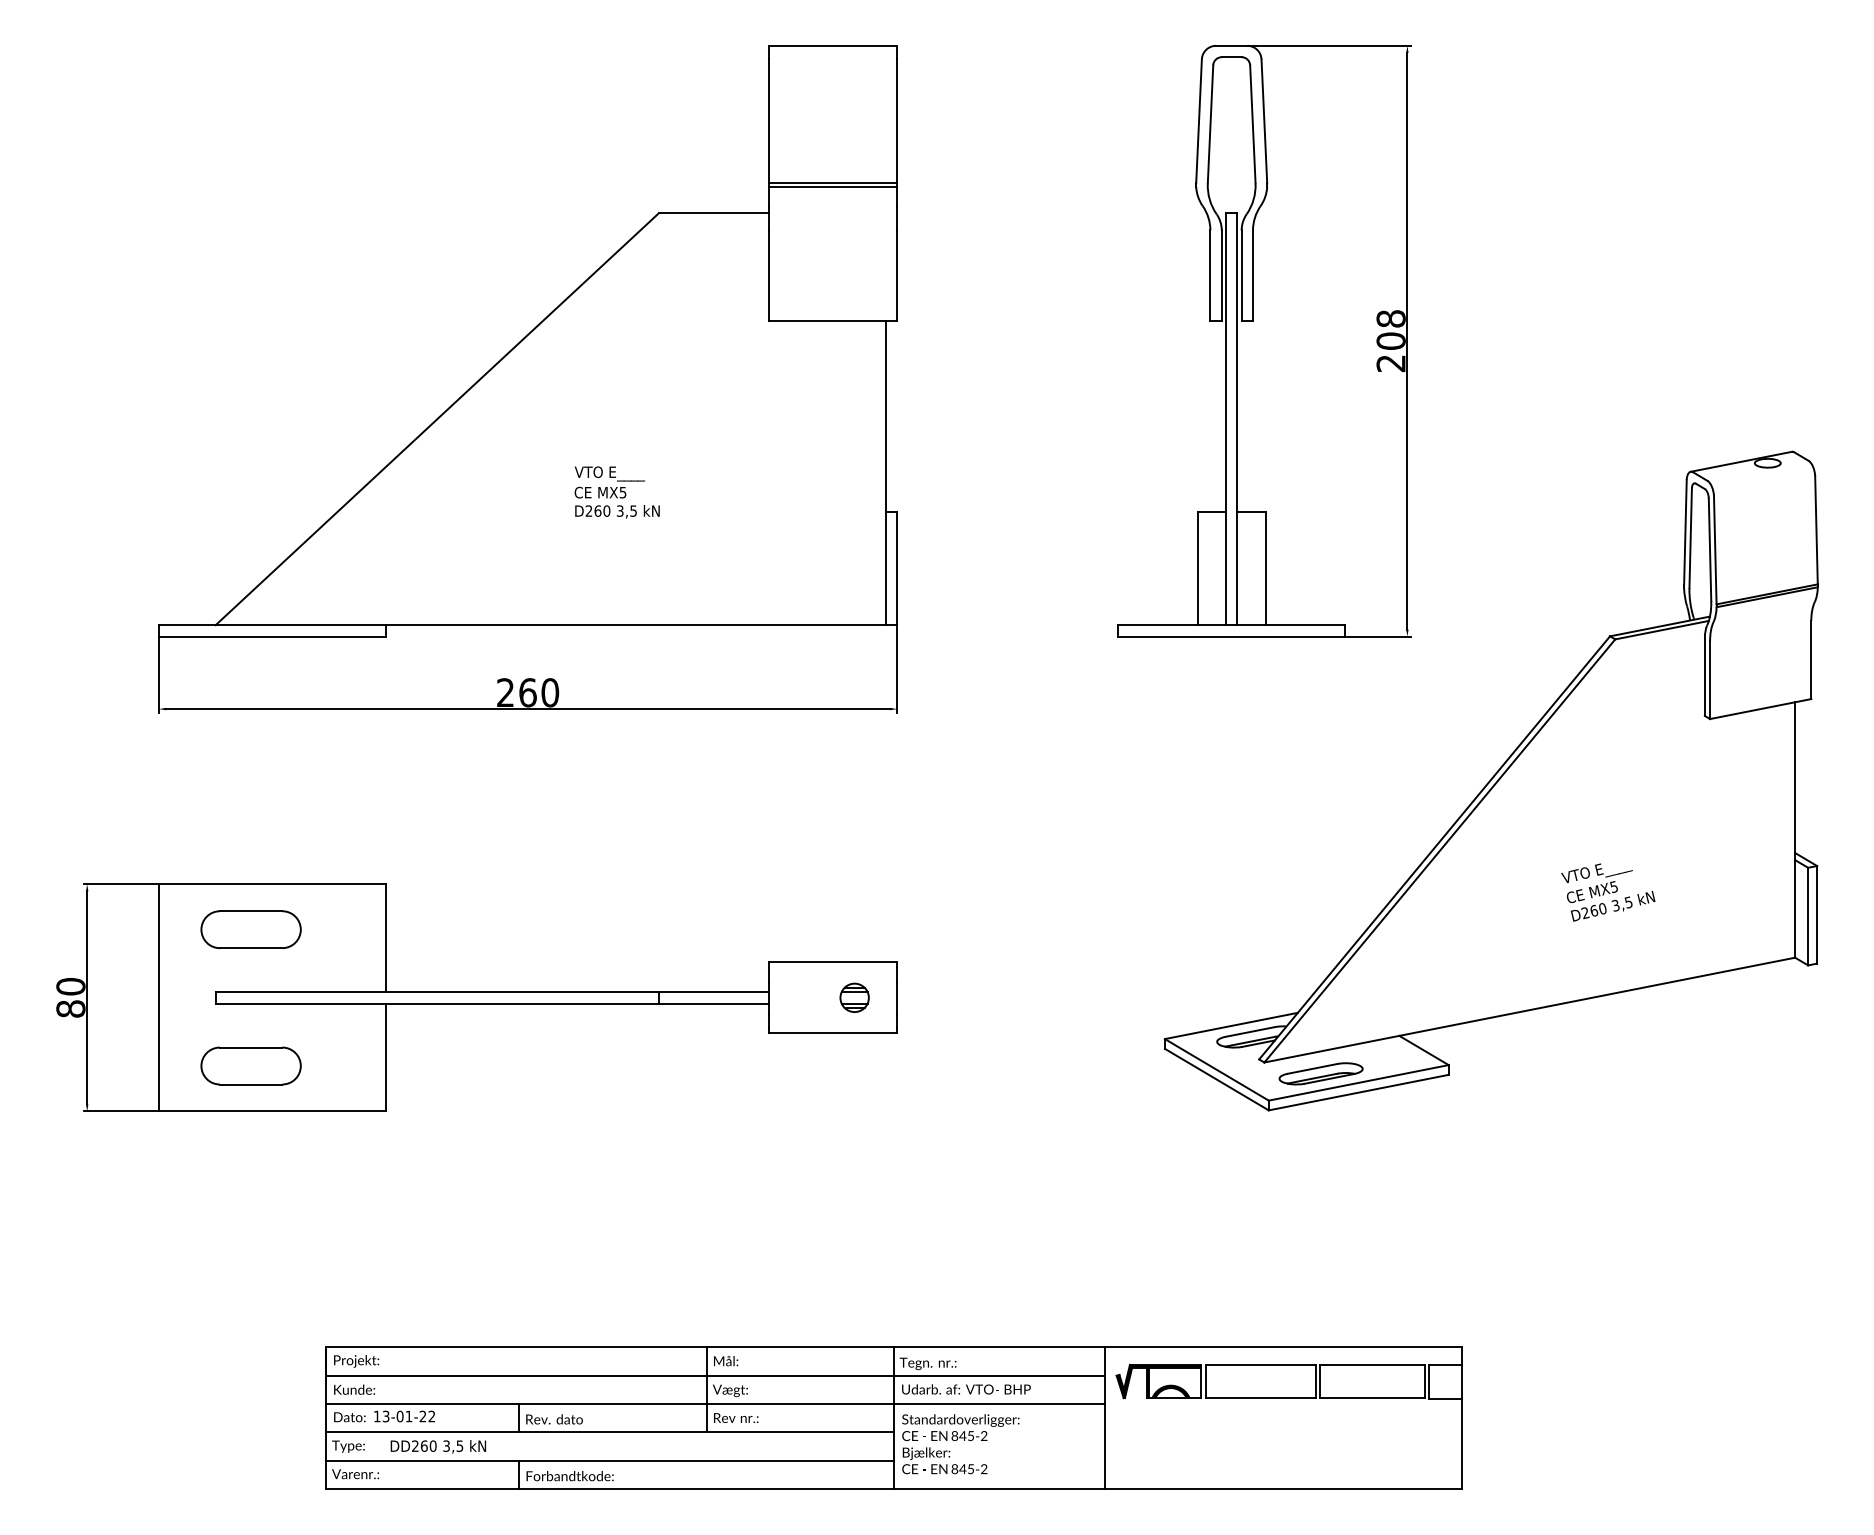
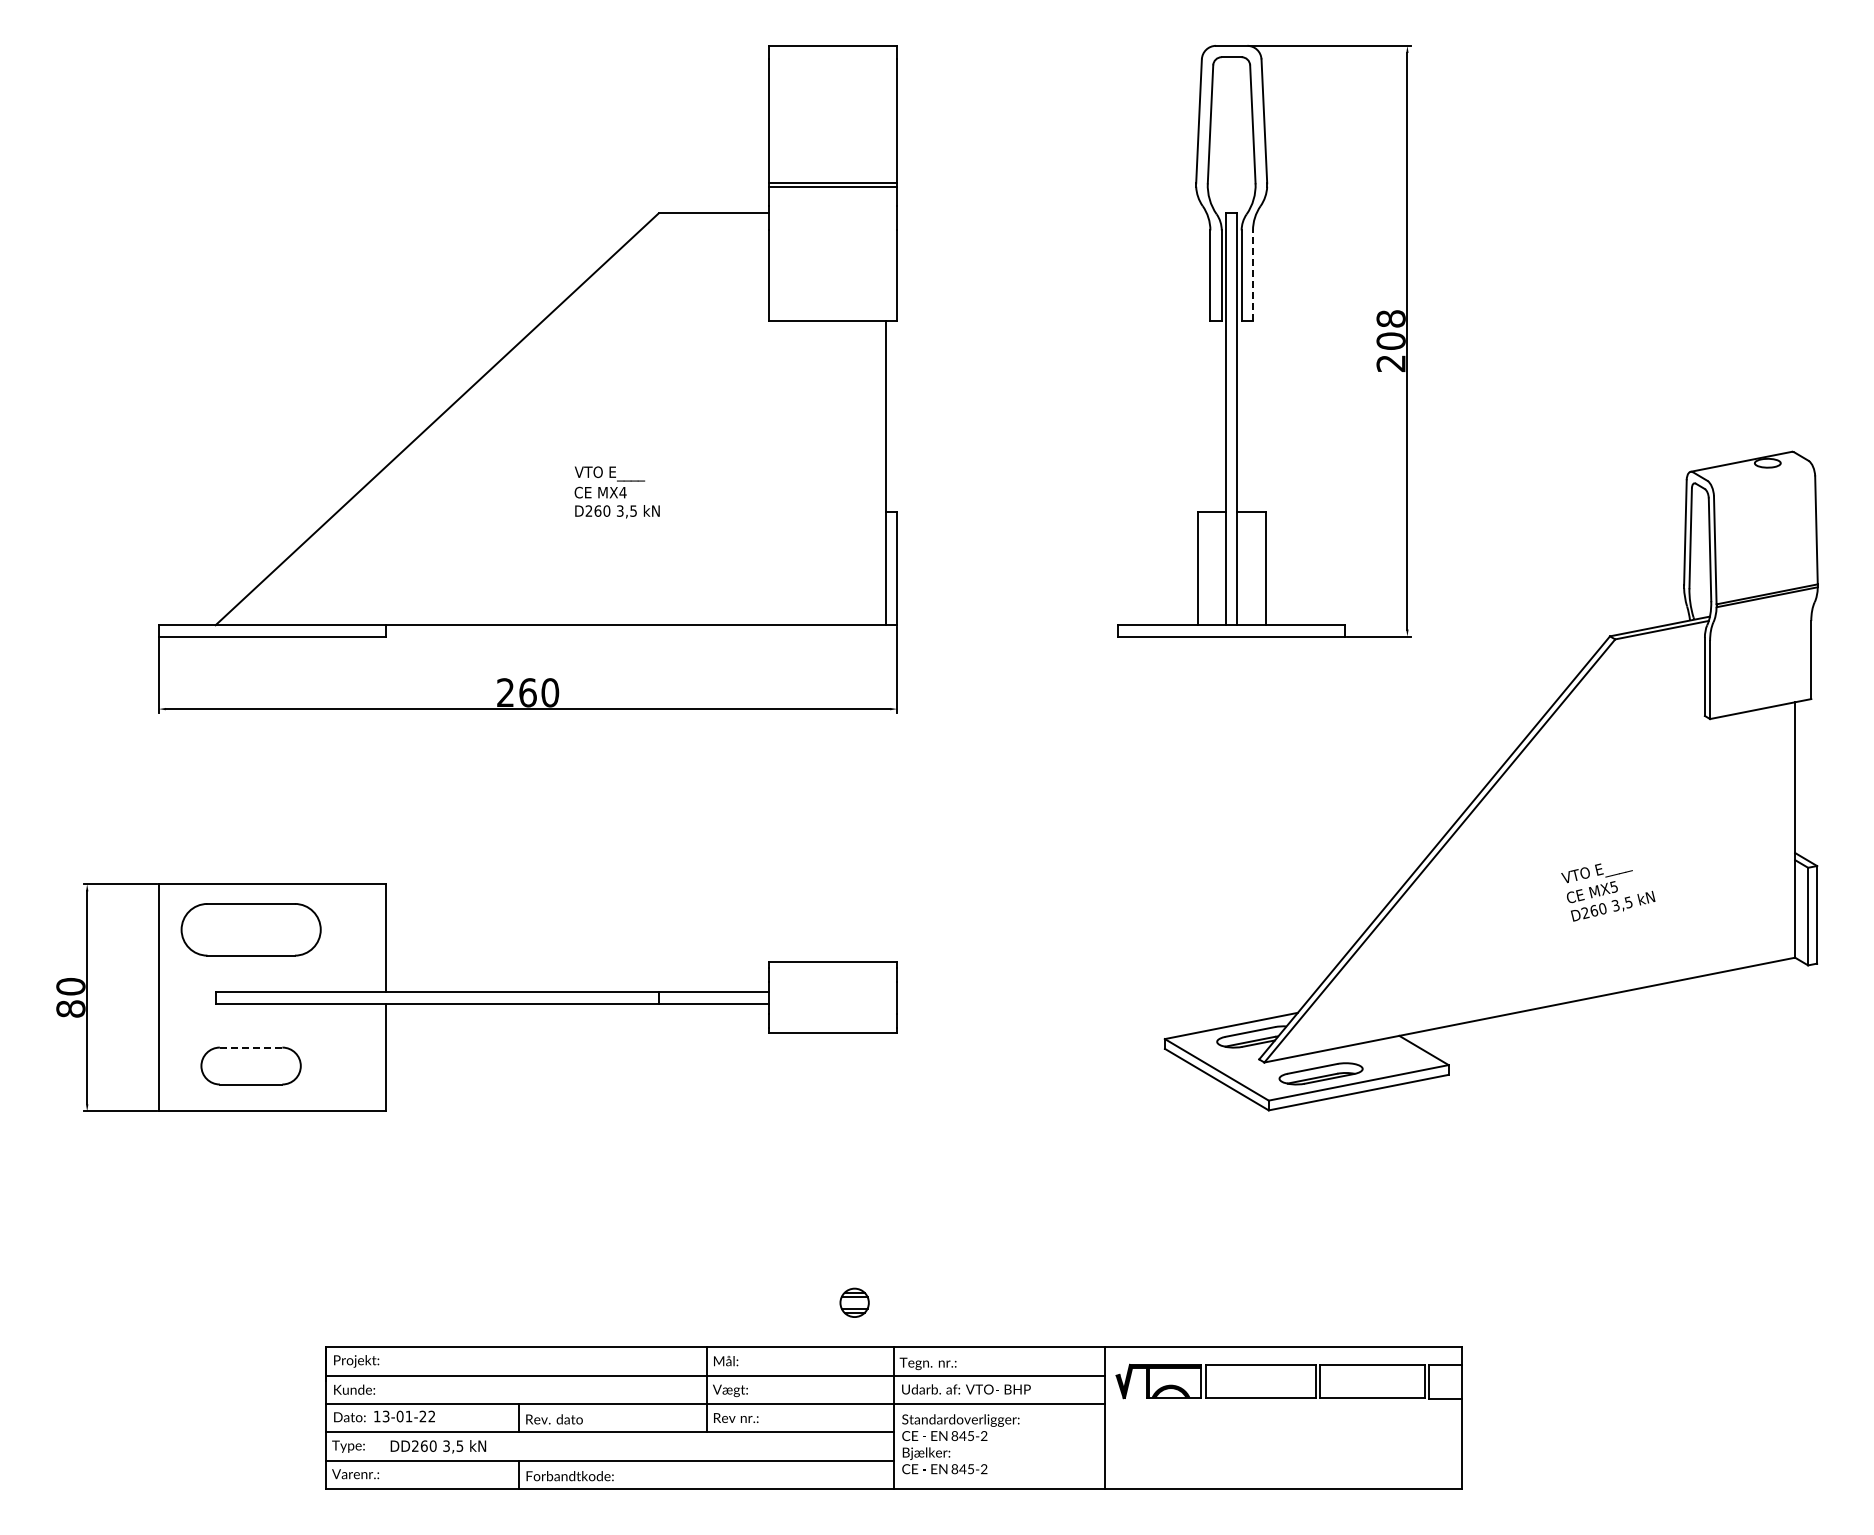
line at (1253, 275): solid -> dashed
text at (622, 492): MX5 -> MX4
part at (250, 929) size: 102x39 px -> 142x54 px
part at (854, 997) position: (854, 997) -> (854, 1302)
line at (251, 1047): solid -> dashed
